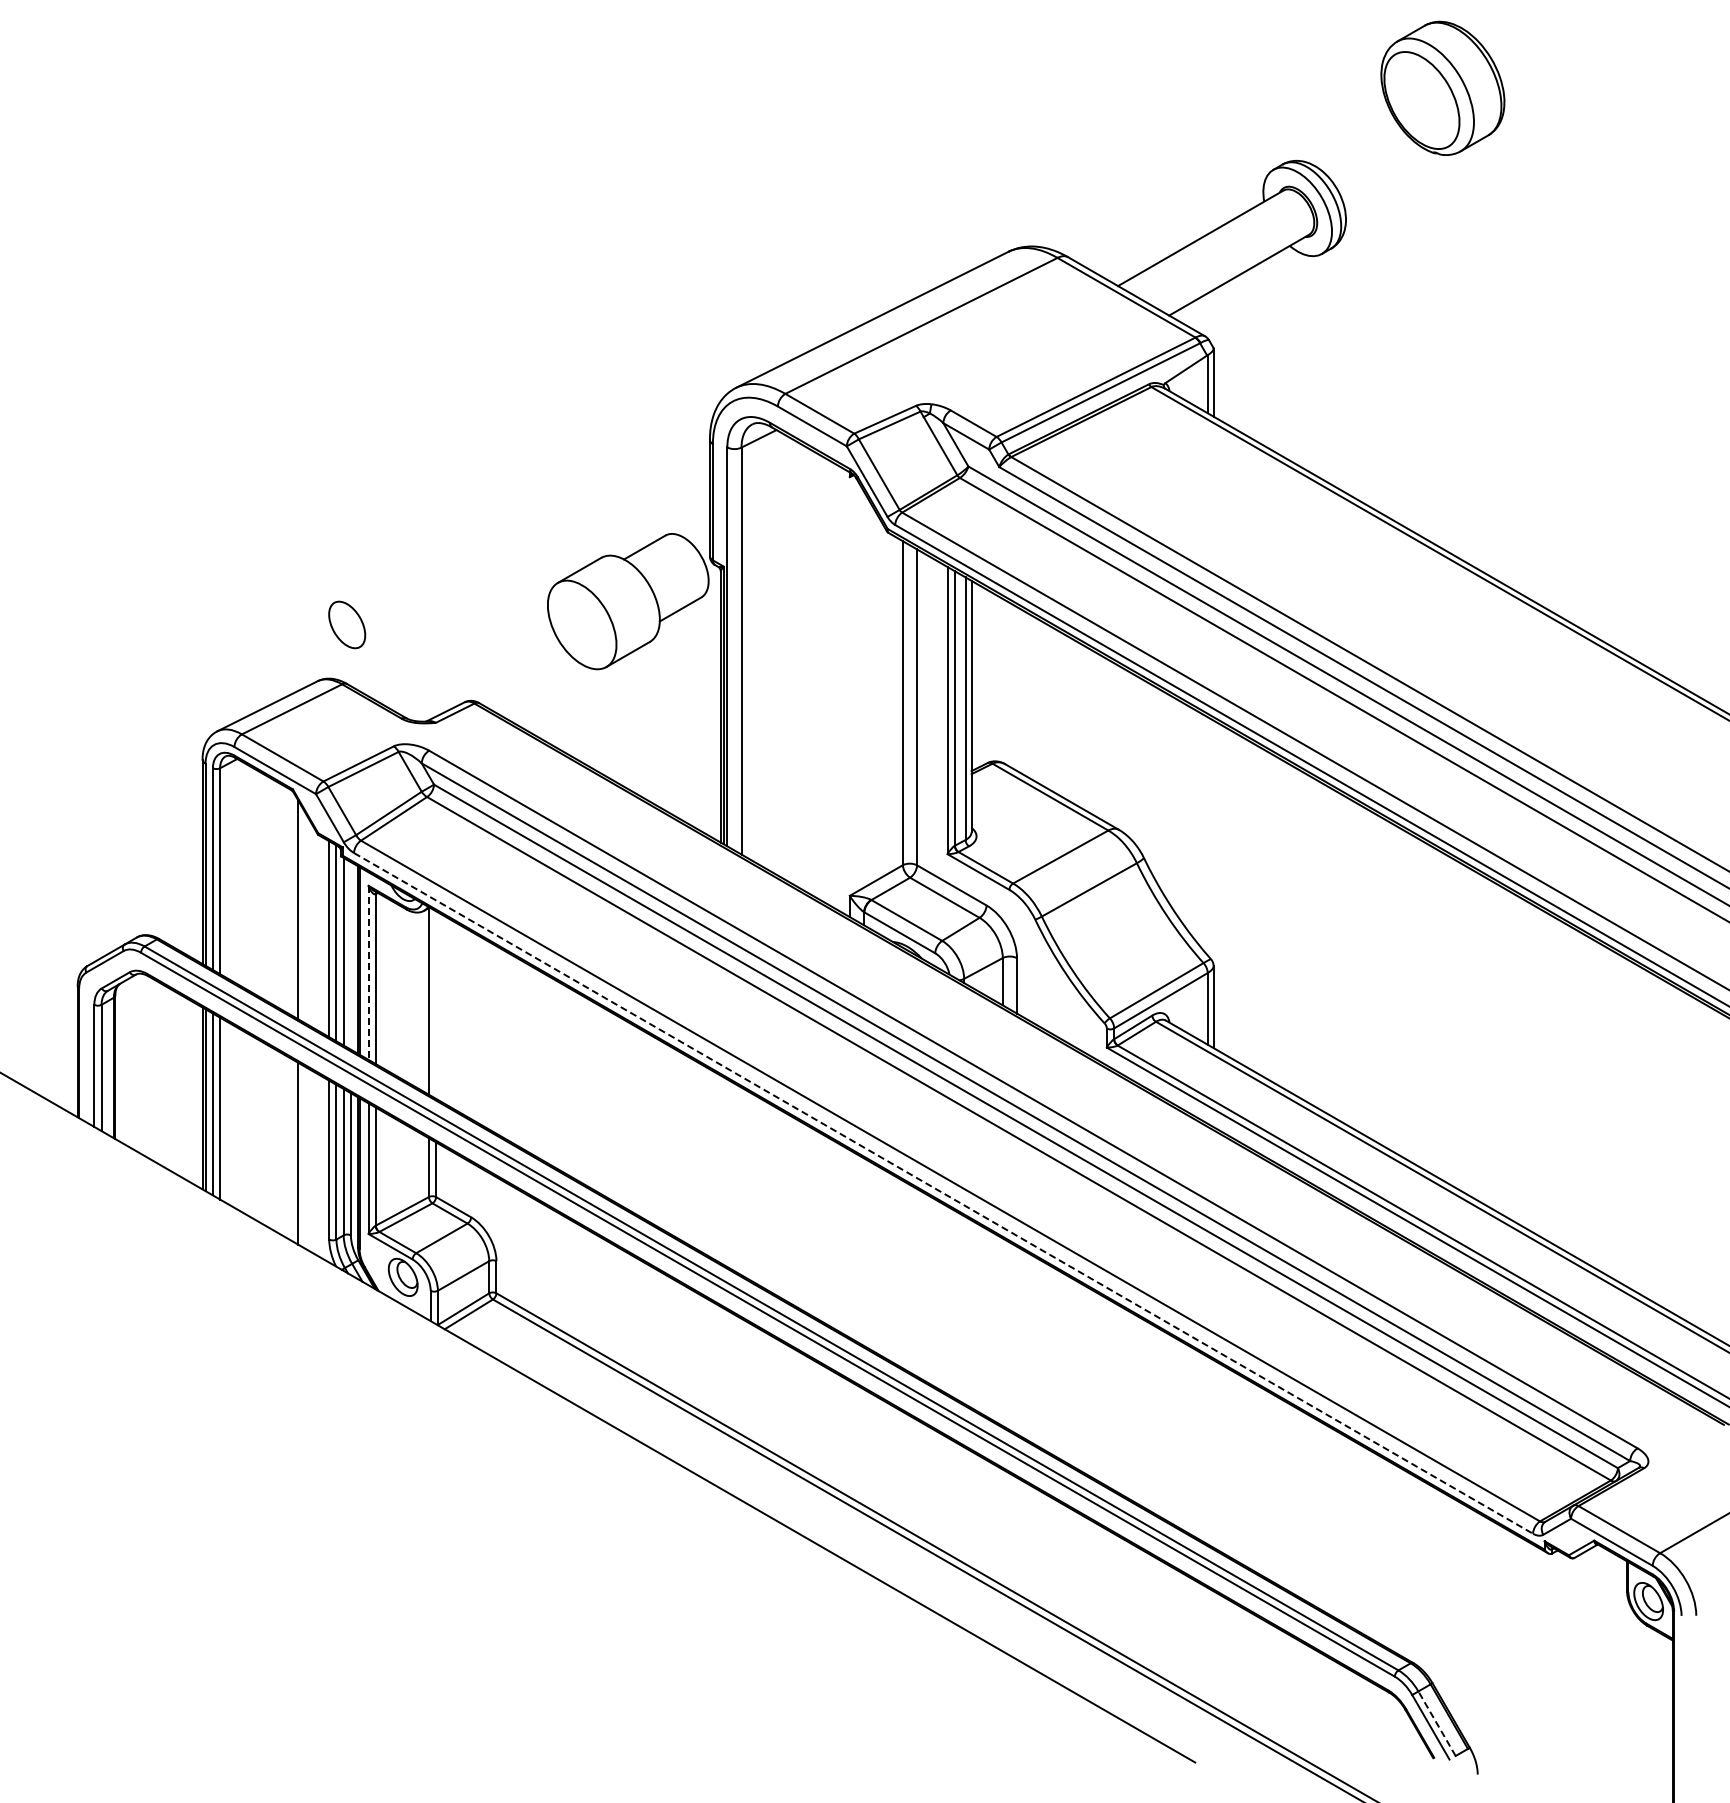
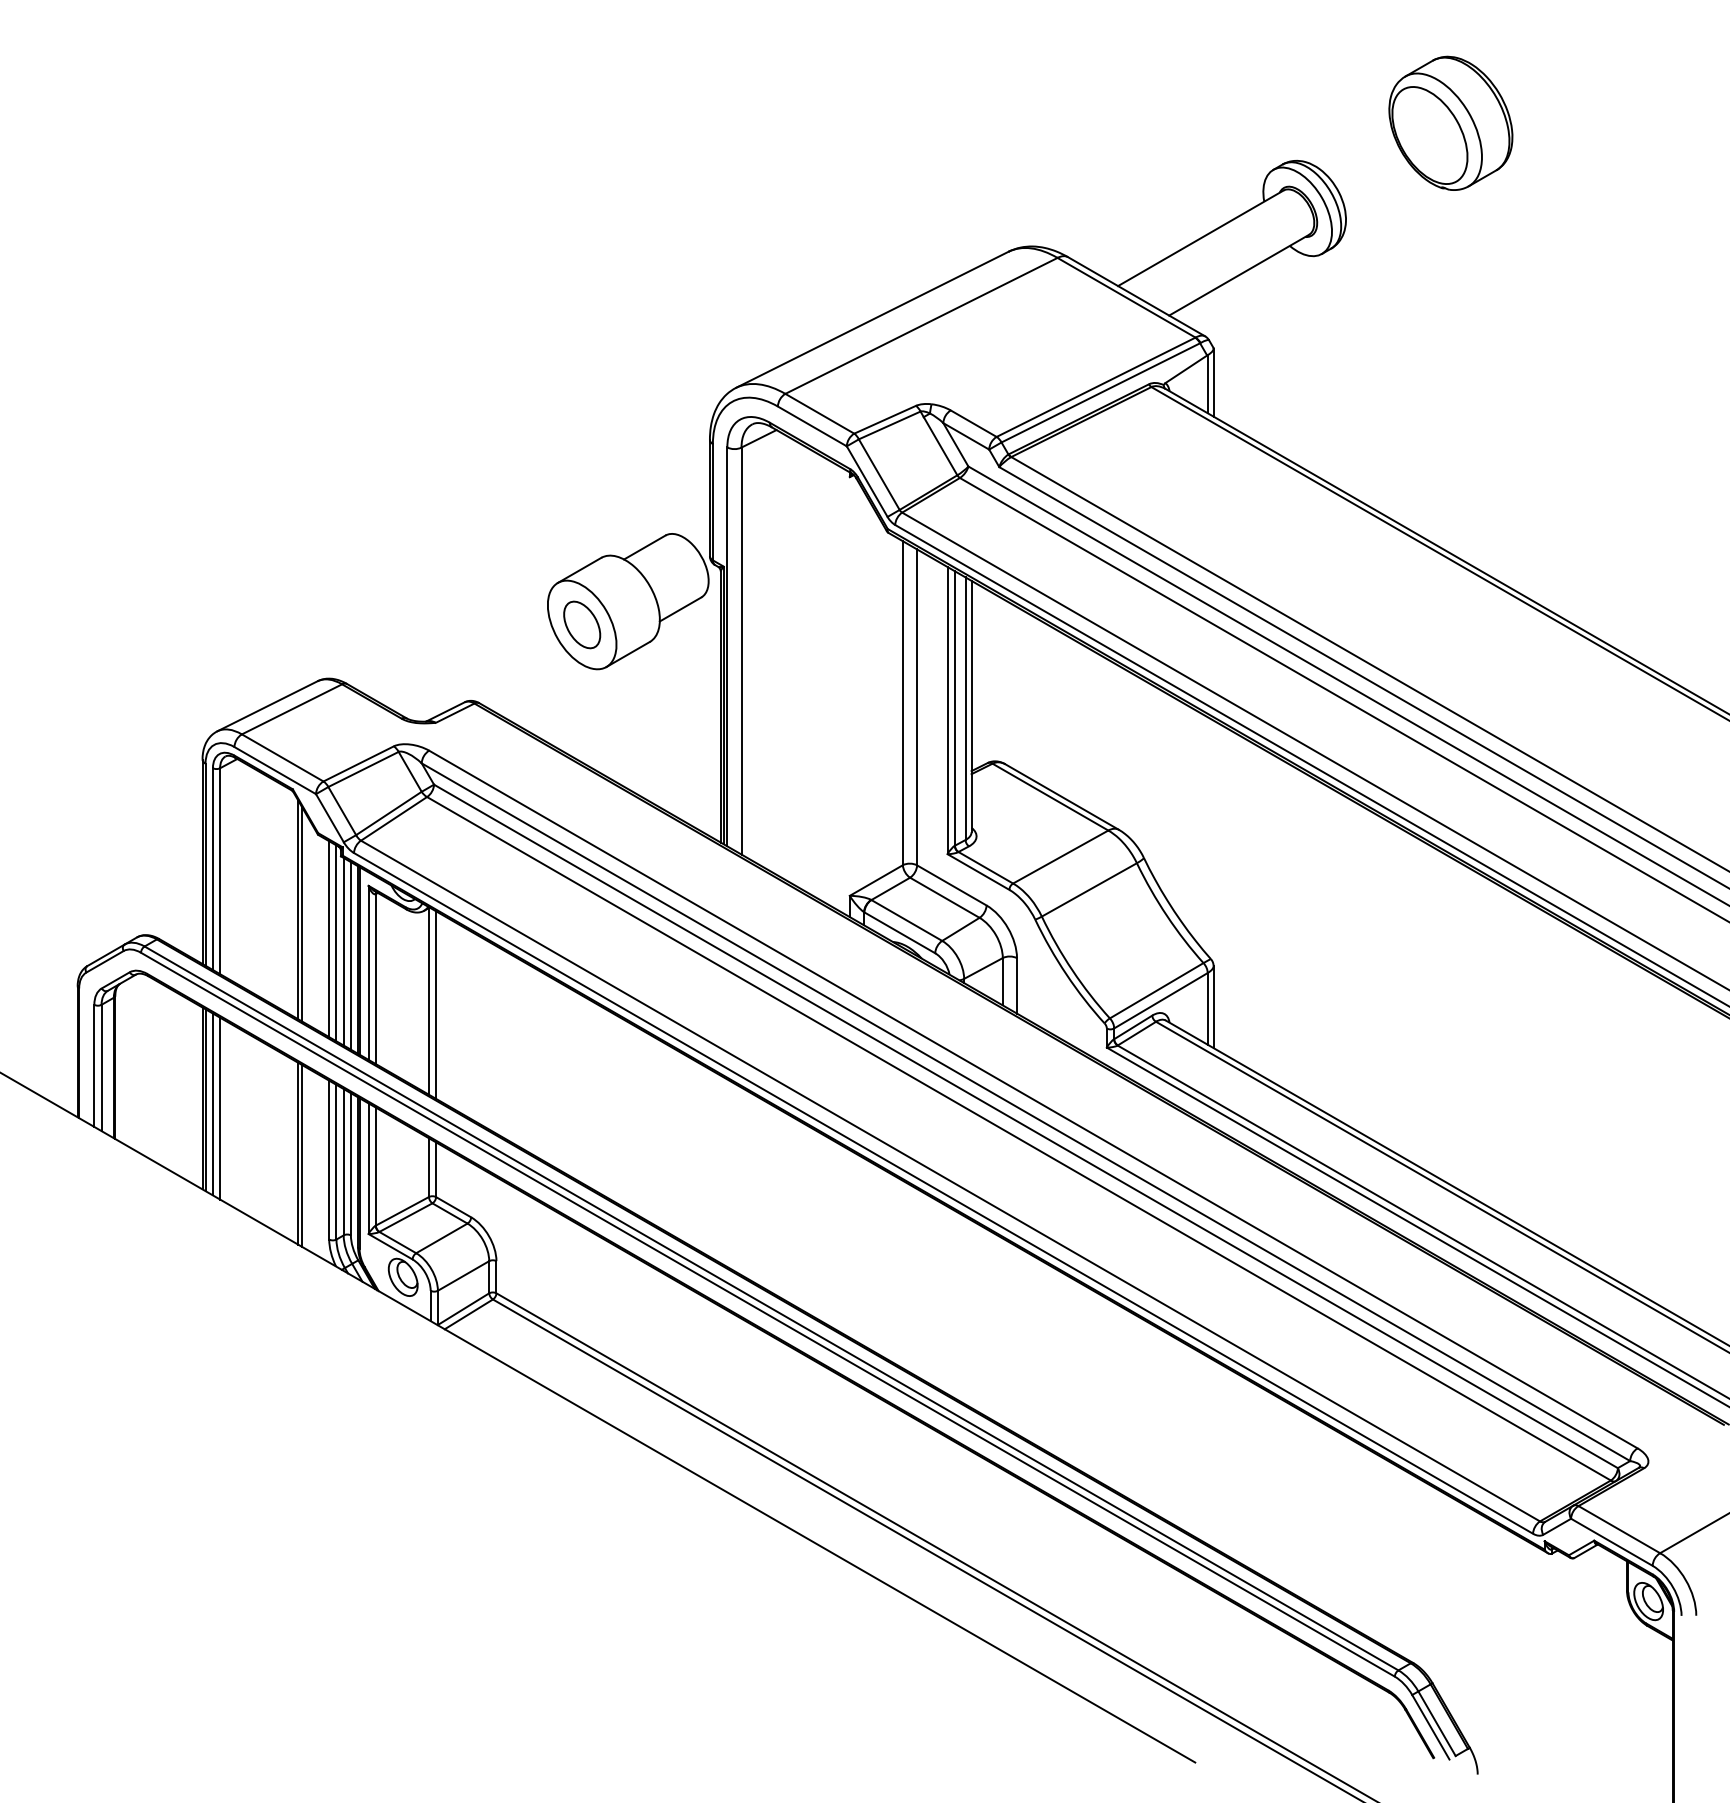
part at (1442, 87) position: (1442, 87) -> (1450, 122)
part at (347, 624) position: (347, 624) -> (582, 624)
line at (302, 914): none -> present
line at (350, 955): none -> present
line at (368, 973): dashed -> solid
line at (436, 1004): none -> present
line at (302, 1156): none -> present
line at (943, 1193): dashed -> solid
line at (1436, 1723): dashed -> solid
